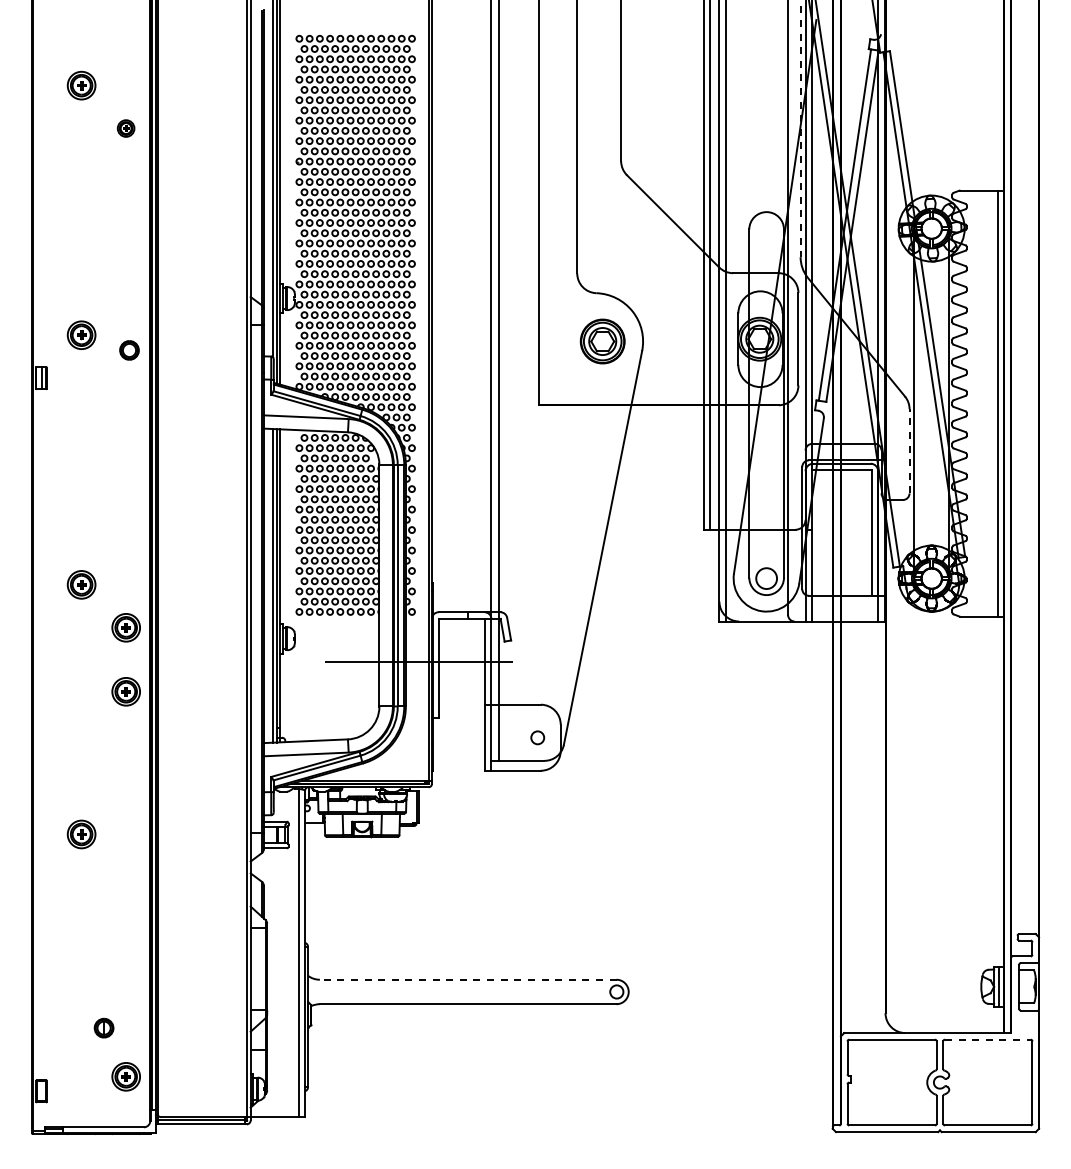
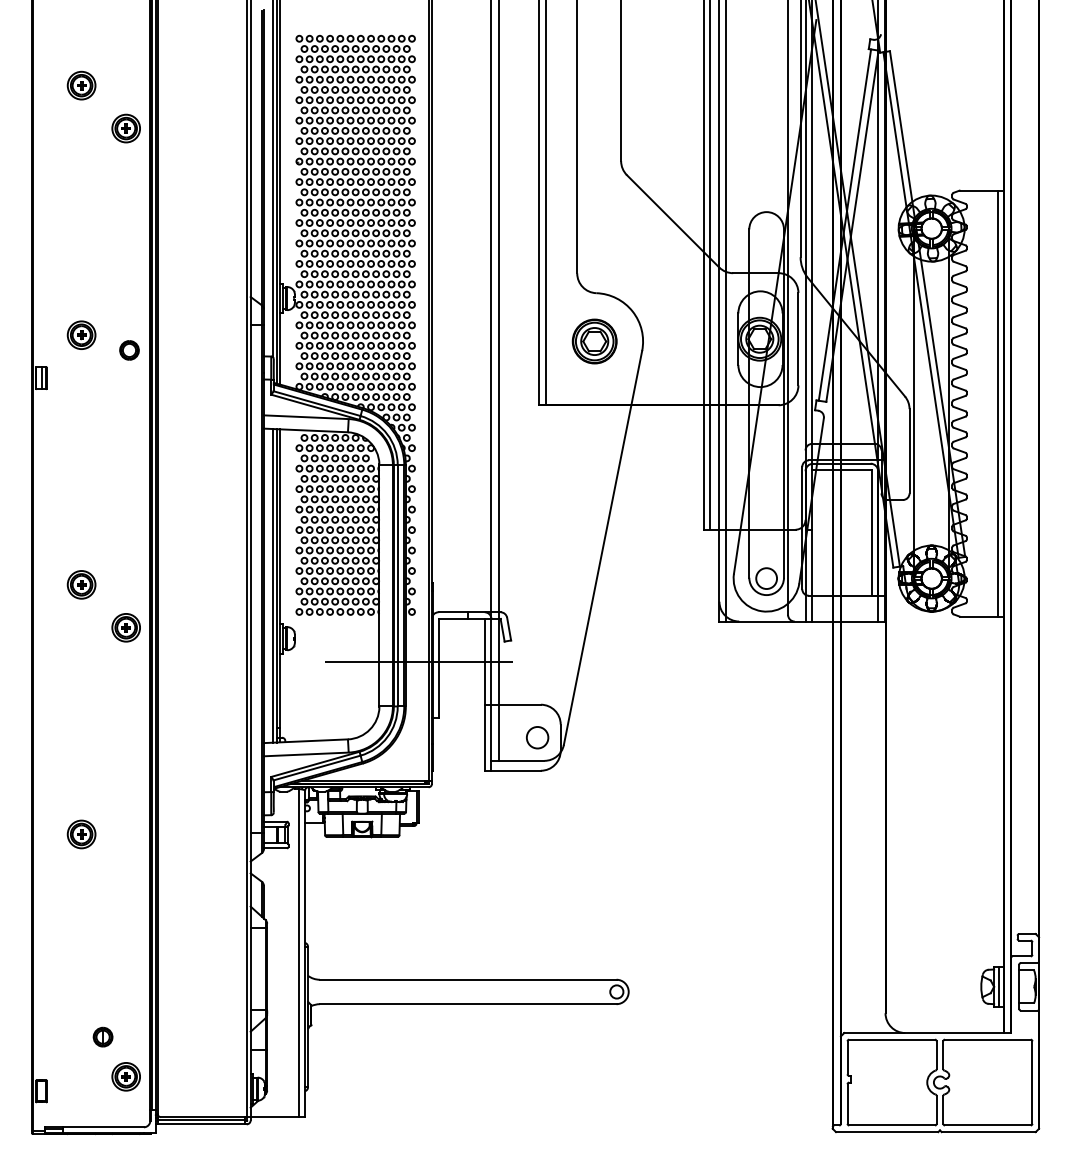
part at (125, 128) size: 20x19 px -> 30x31 px
line at (800, 129): dashed -> solid
line at (546, 203): none -> present
part at (602, 341) position: (602, 341) -> (594, 341)
line at (909, 450): dashed -> solid
part at (125, 691): present -> none
circle at (537, 737) size: 16x16 px -> 24x24 px
line at (467, 979): dashed -> solid
part at (103, 1027) position: (103, 1027) -> (102, 1036)
line at (987, 1039): dashed -> solid
